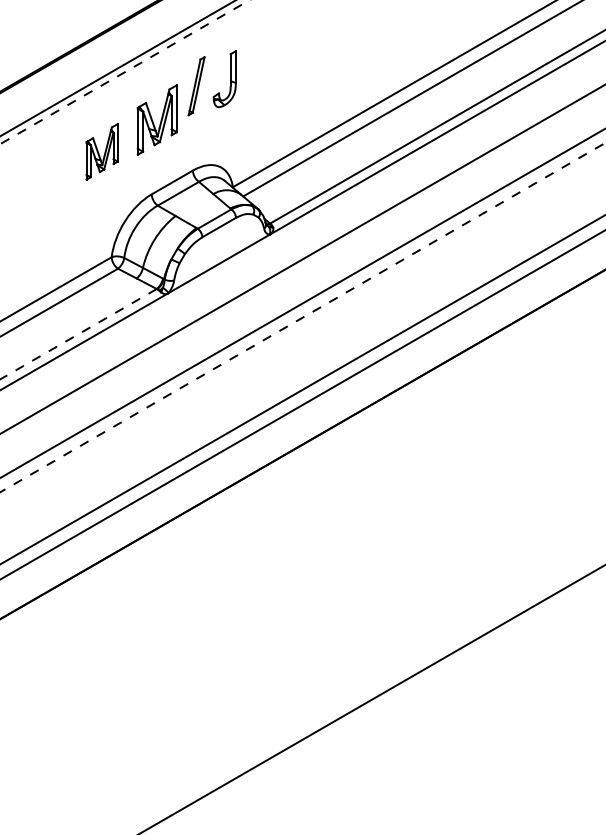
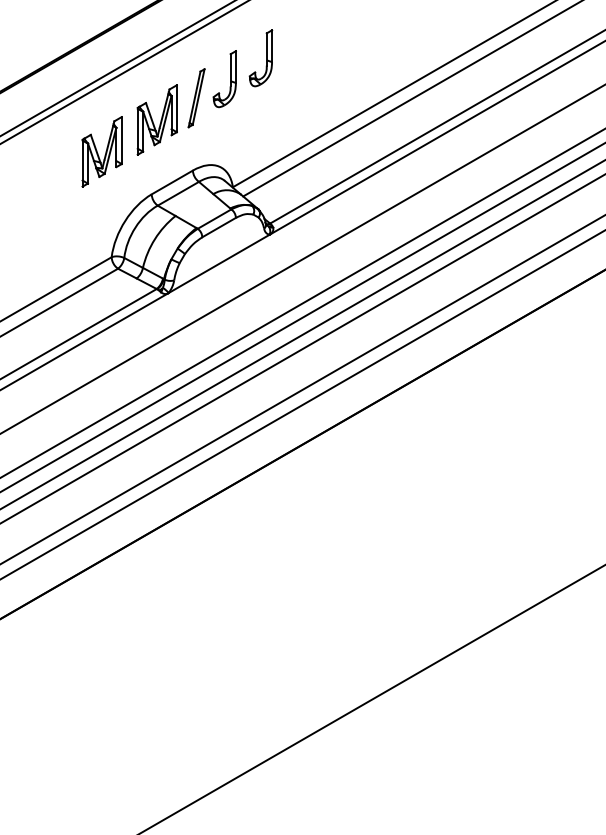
part at (260, 58): none -> present
line at (124, 72): dashed -> solid
part at (196, 86) position: (196, 86) -> (196, 98)
part at (101, 151) size: 34x58 px -> 42x72 px
line at (302, 317): dashed -> solid
line at (78, 334): dashed -> solid
line at (302, 334): none -> present
line at (302, 348): none -> present
